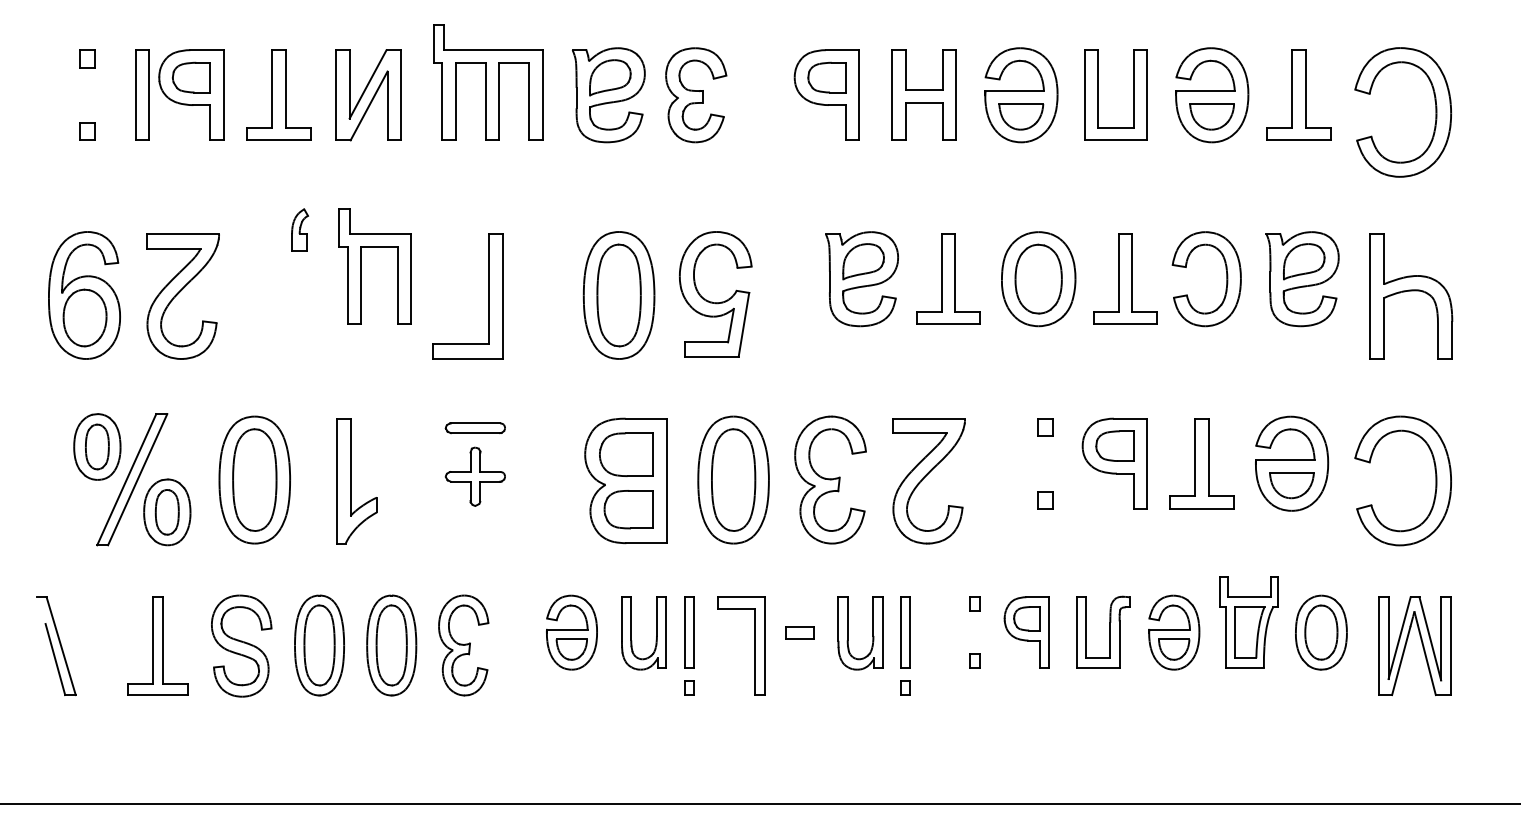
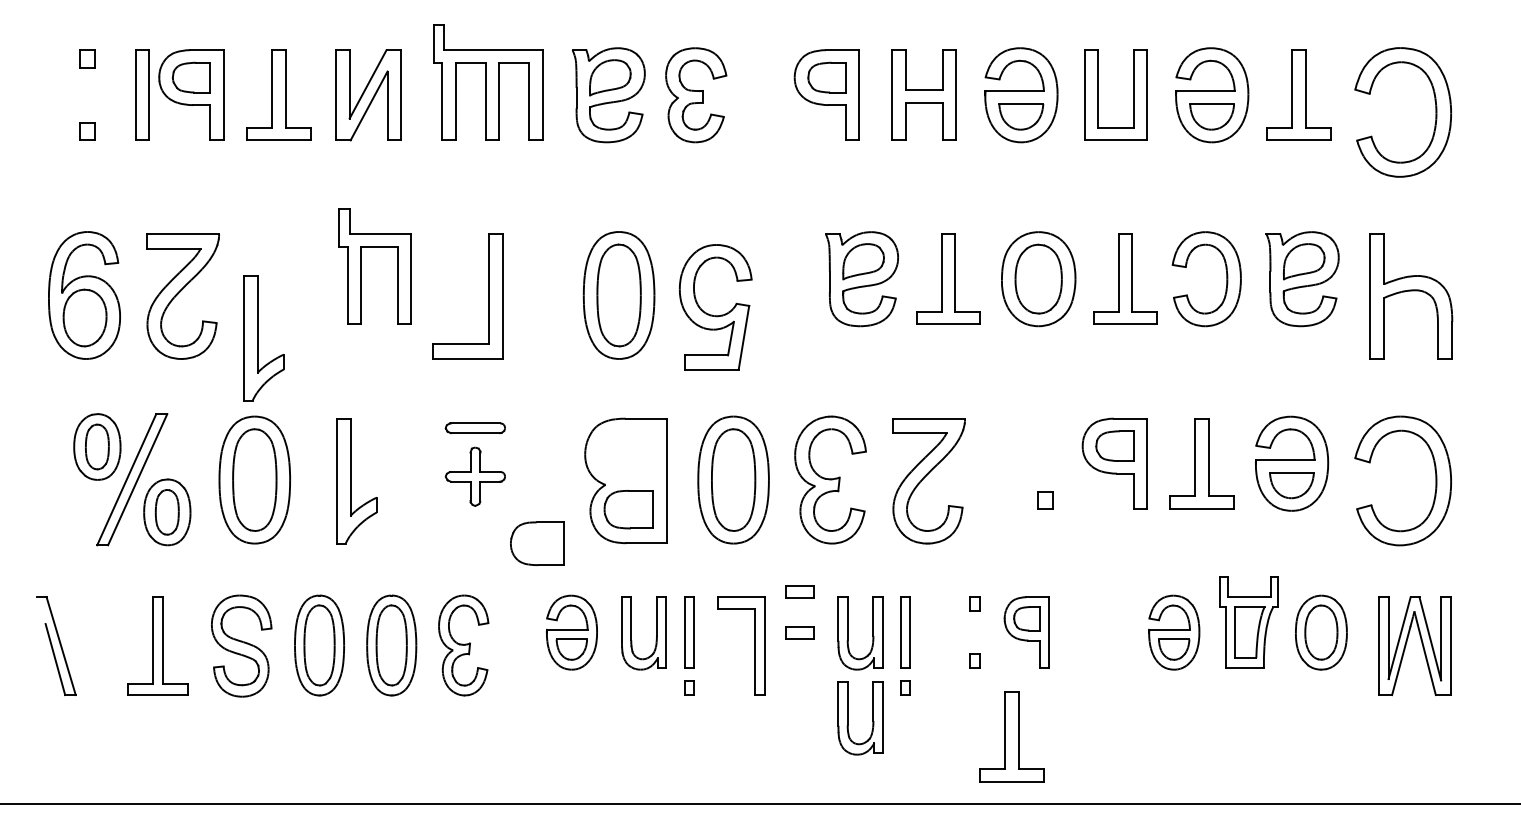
part at (299, 229): present -> none
part at (712, 301) position: (712, 301) -> (712, 314)
part at (263, 338): none -> present
part at (1045, 427): present -> none
part at (626, 454) position: (626, 454) -> (537, 543)
part at (799, 591): none -> present
part at (1103, 631): present -> none
part at (848, 718): none -> present
part at (1011, 736): none -> present
